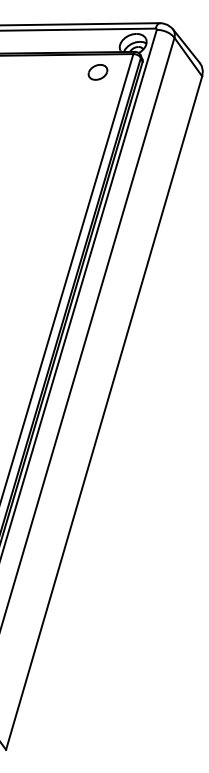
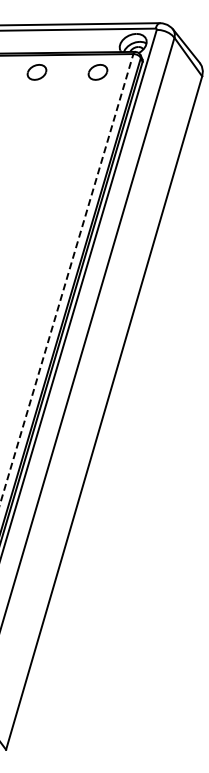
part at (36, 72): none -> present
line at (66, 279): solid -> dashed
